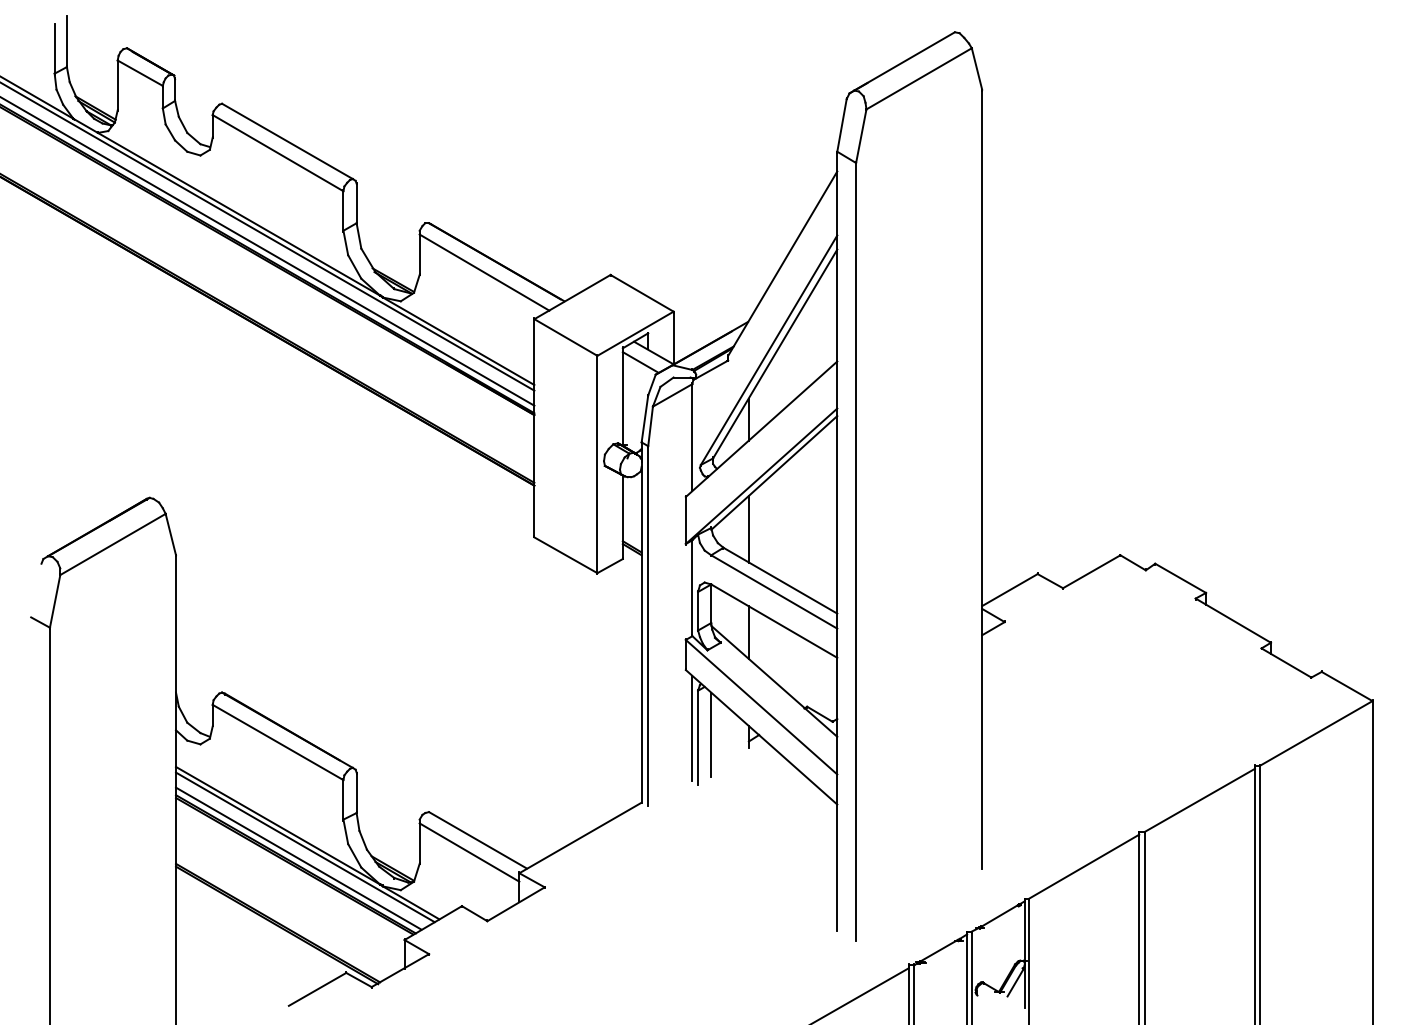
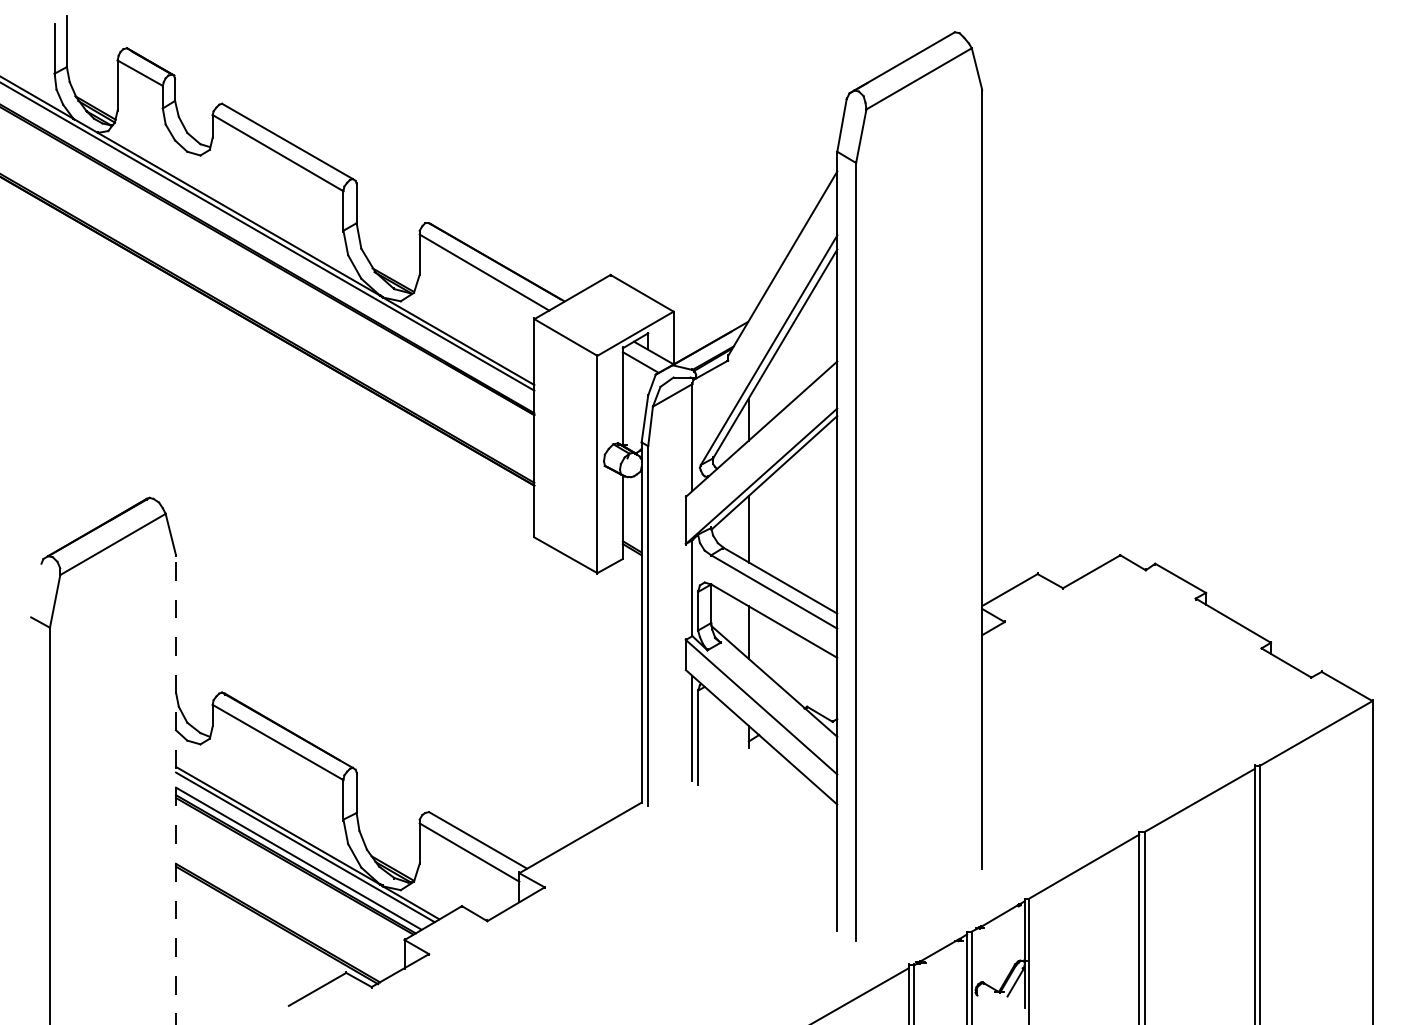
line at (268, 251): present -> none
line at (711, 734): present -> none
line at (176, 789): solid -> dashed
